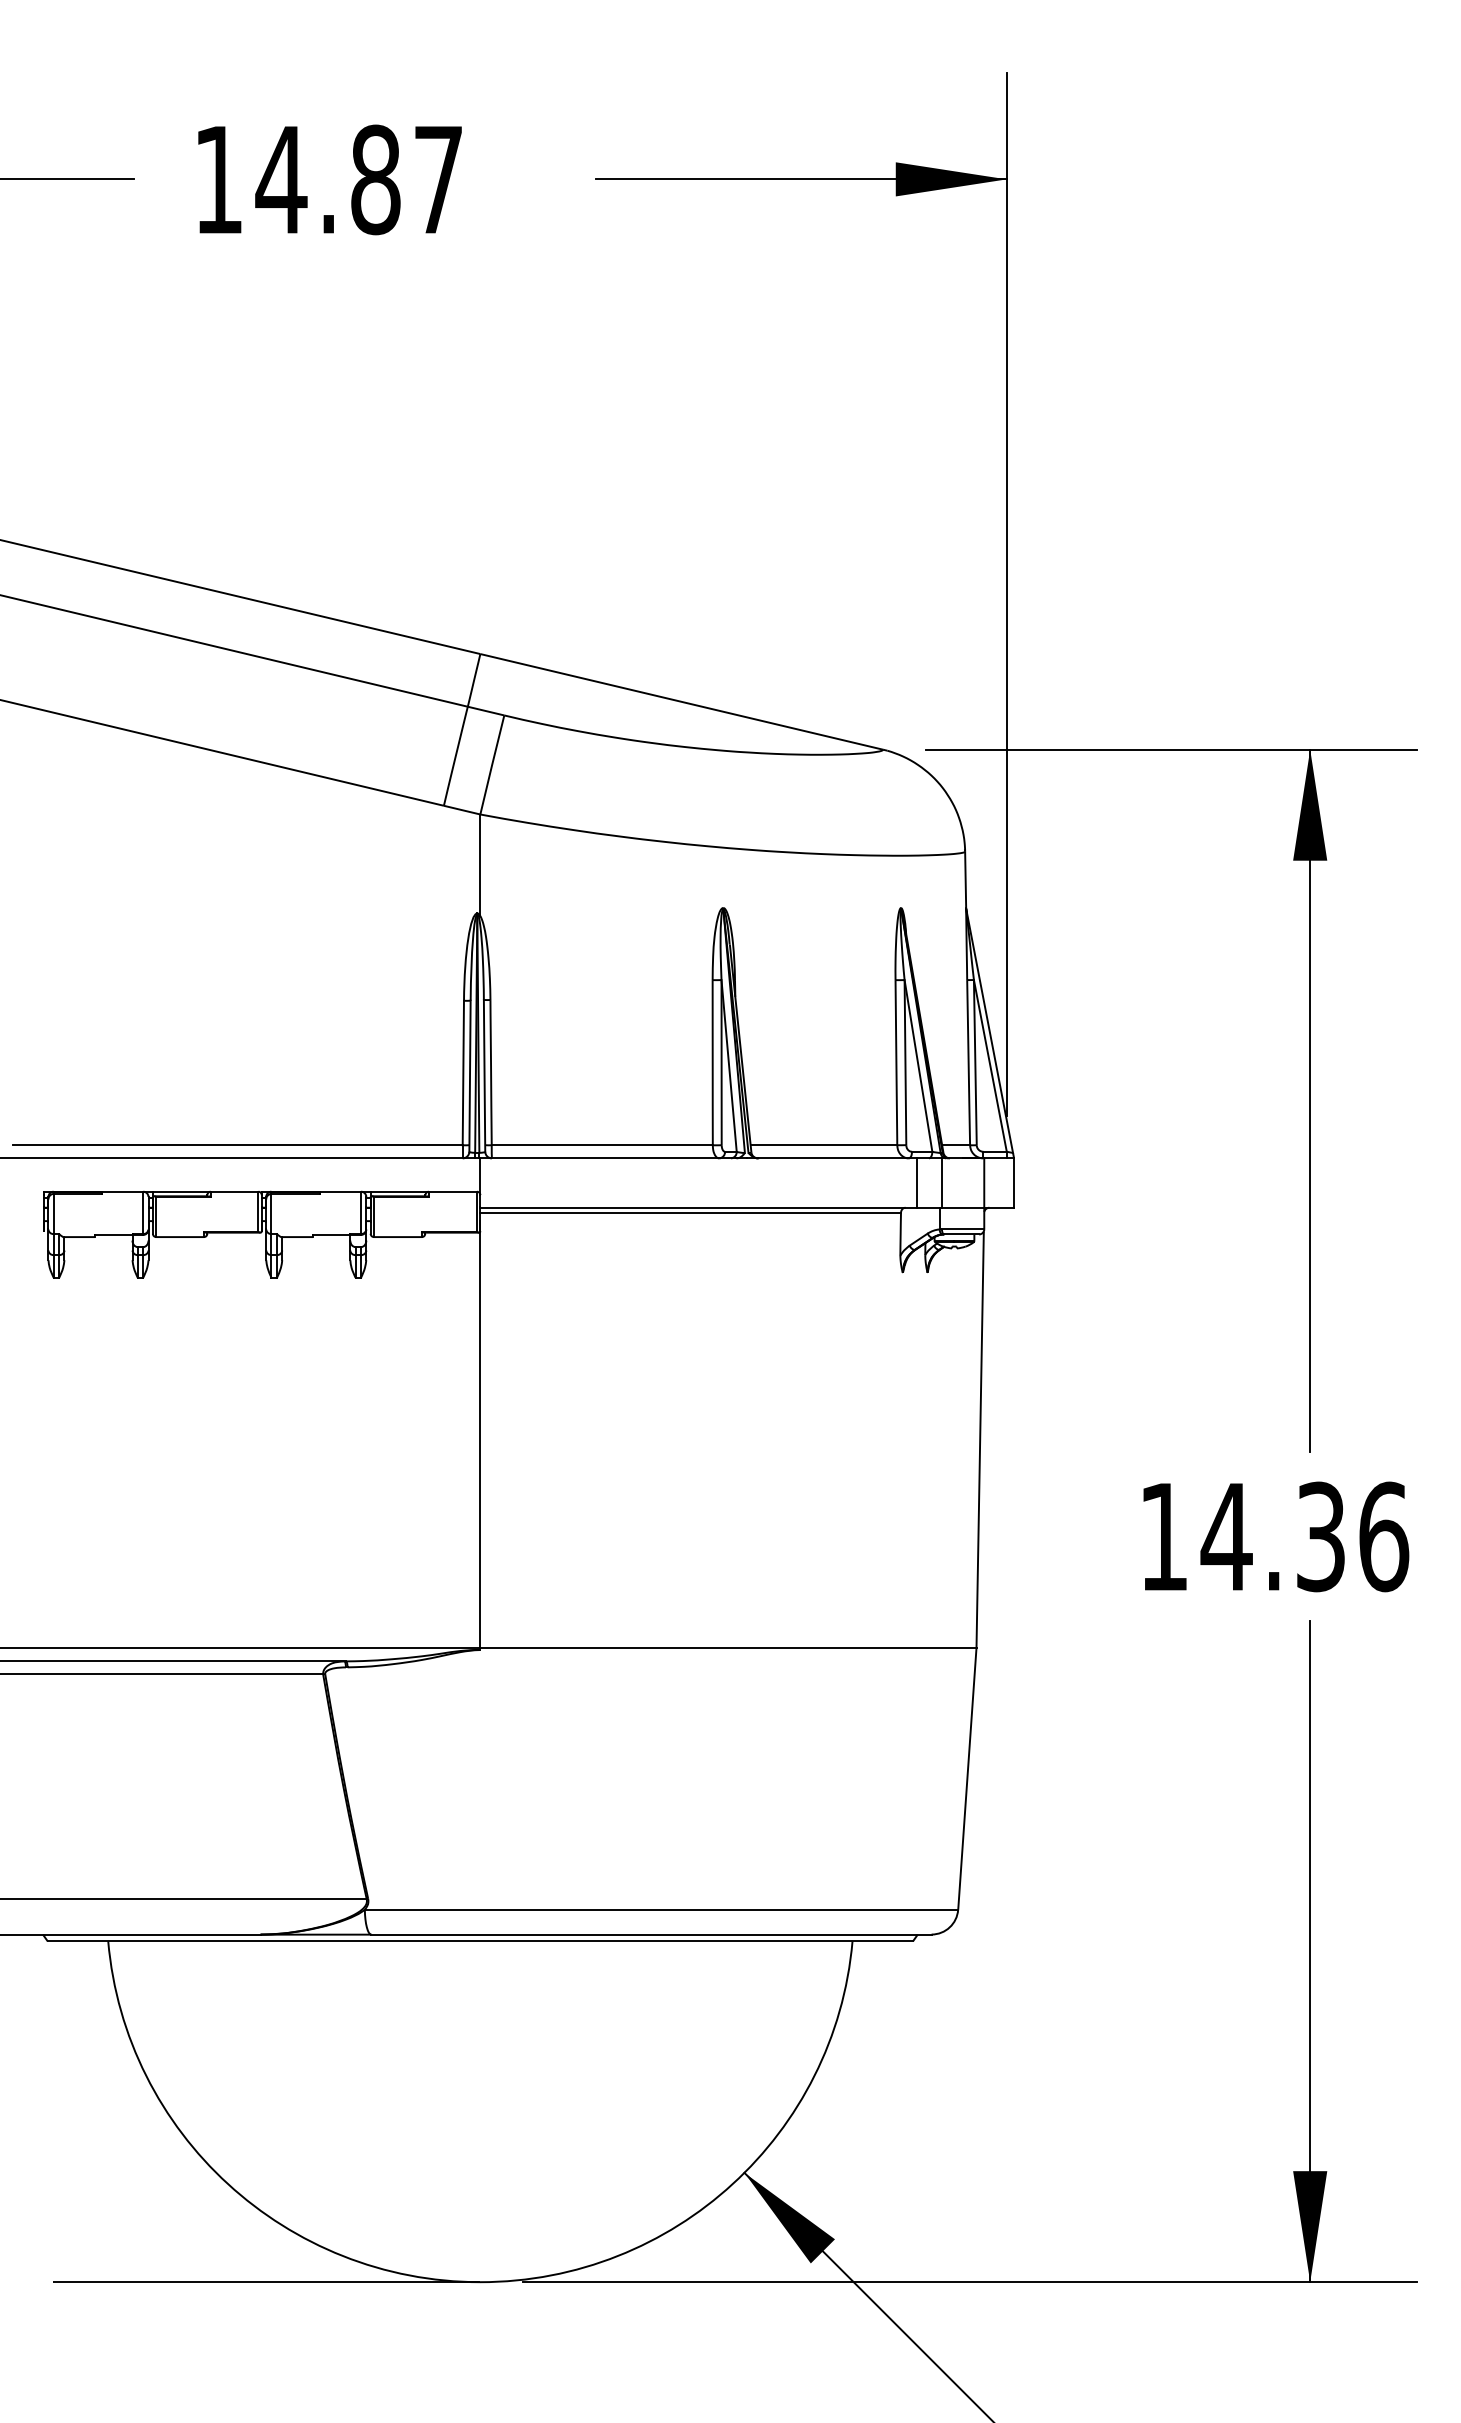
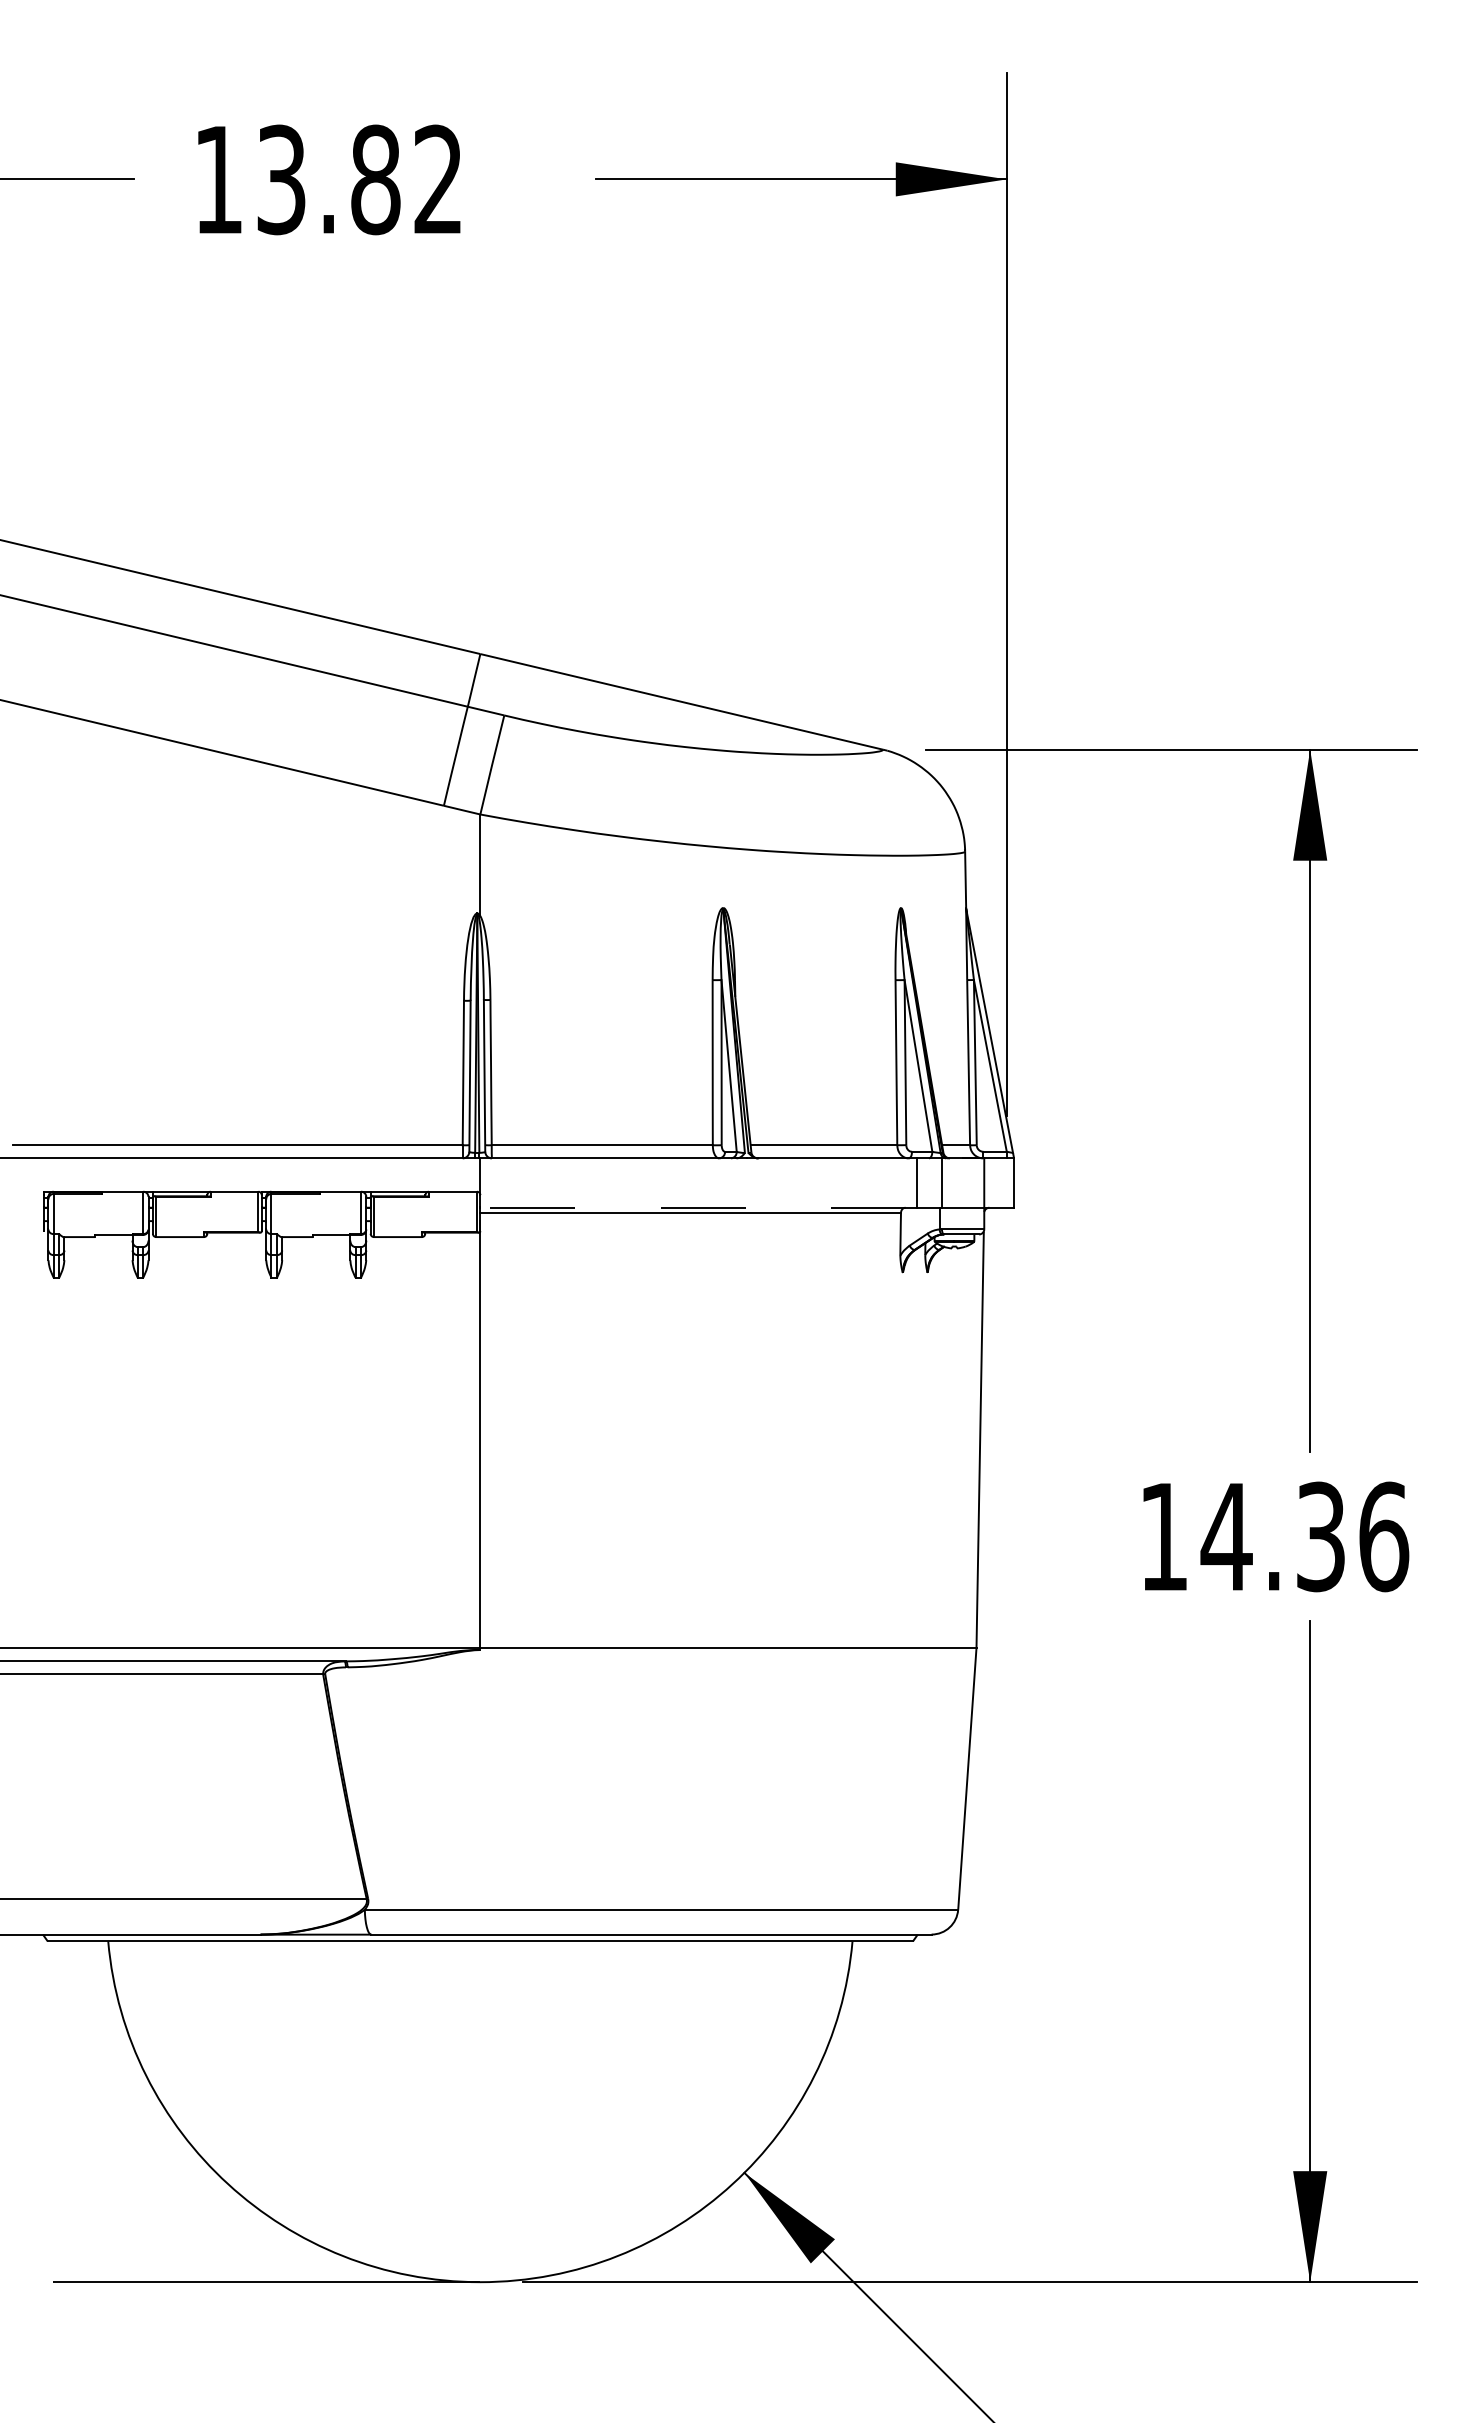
text at (358, 179): 14.87 -> 13.82
line at (698, 1207): solid -> dashed
